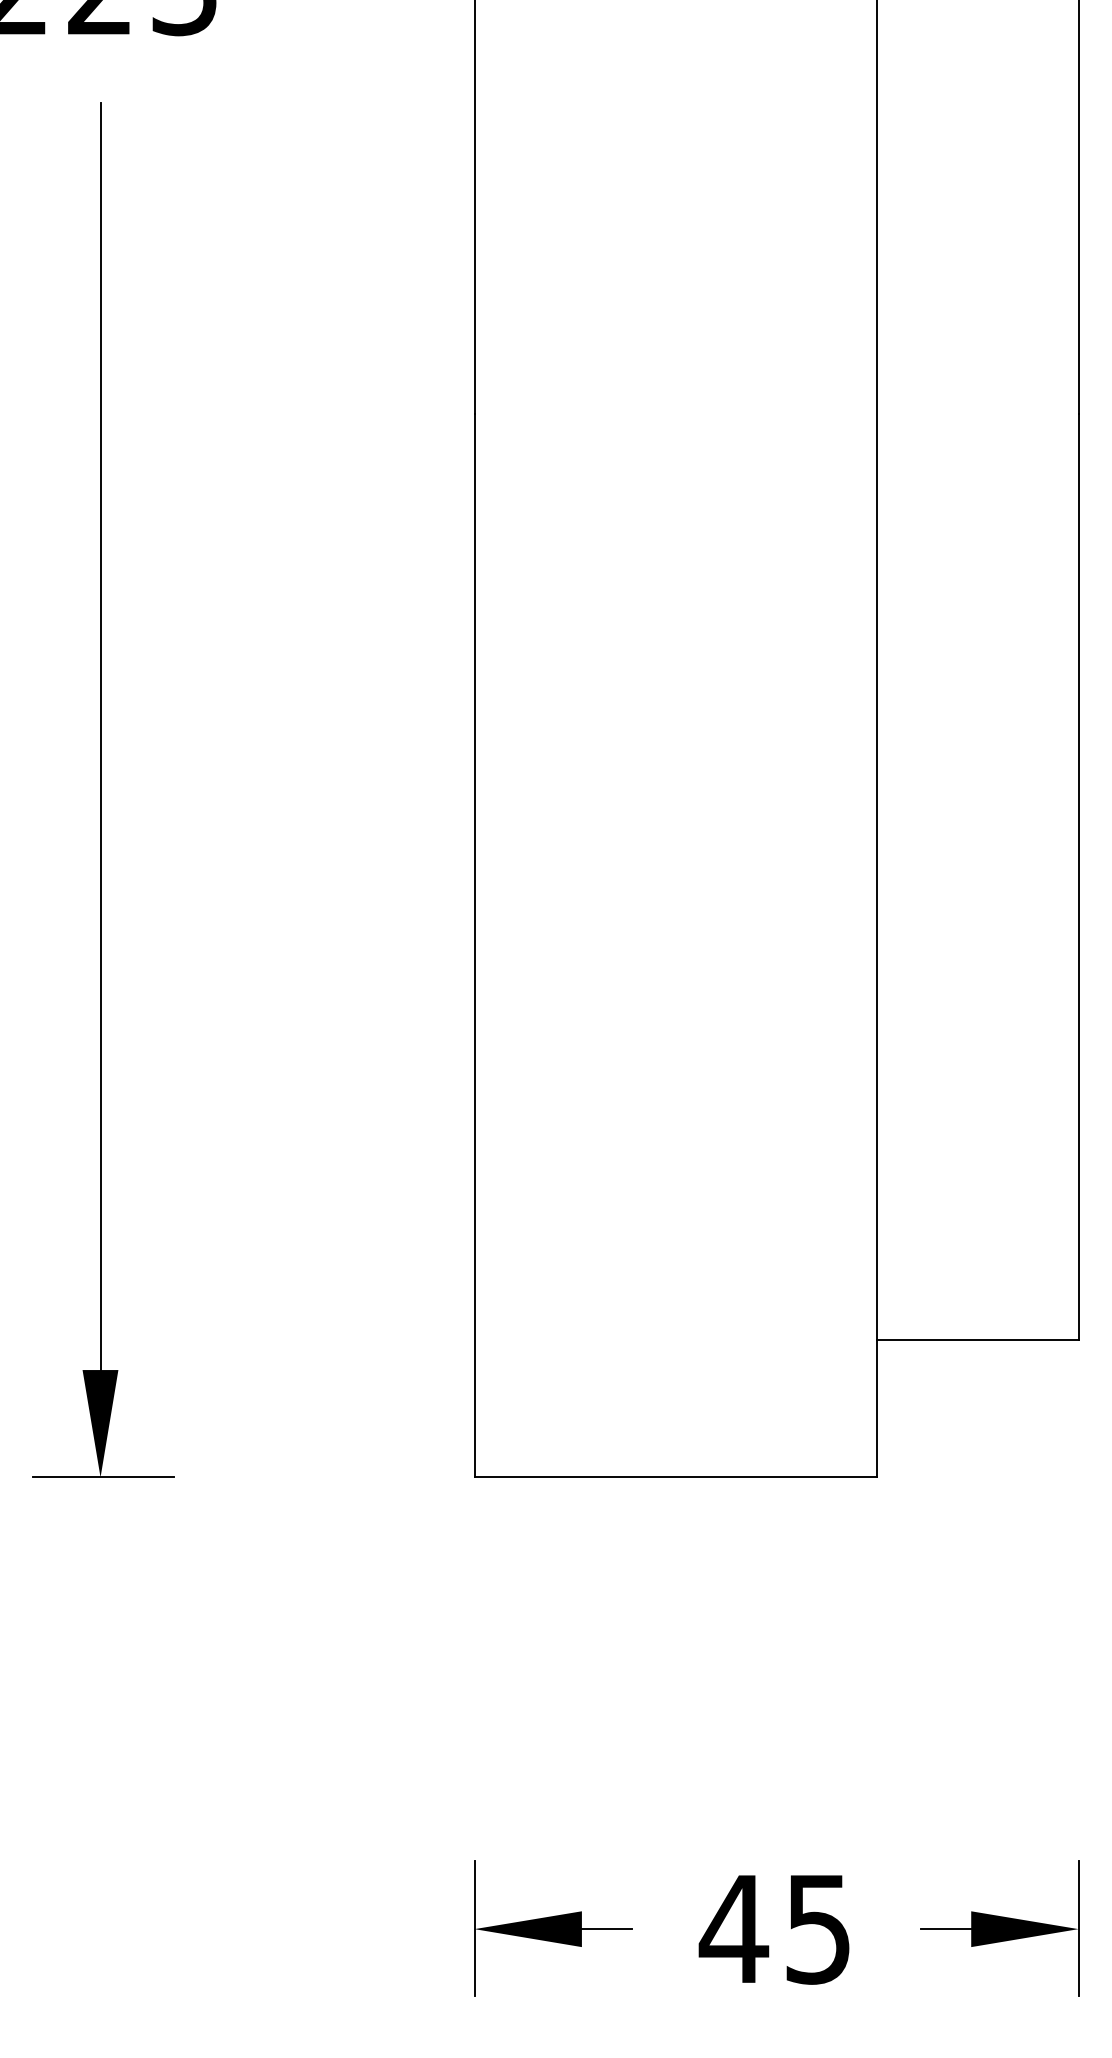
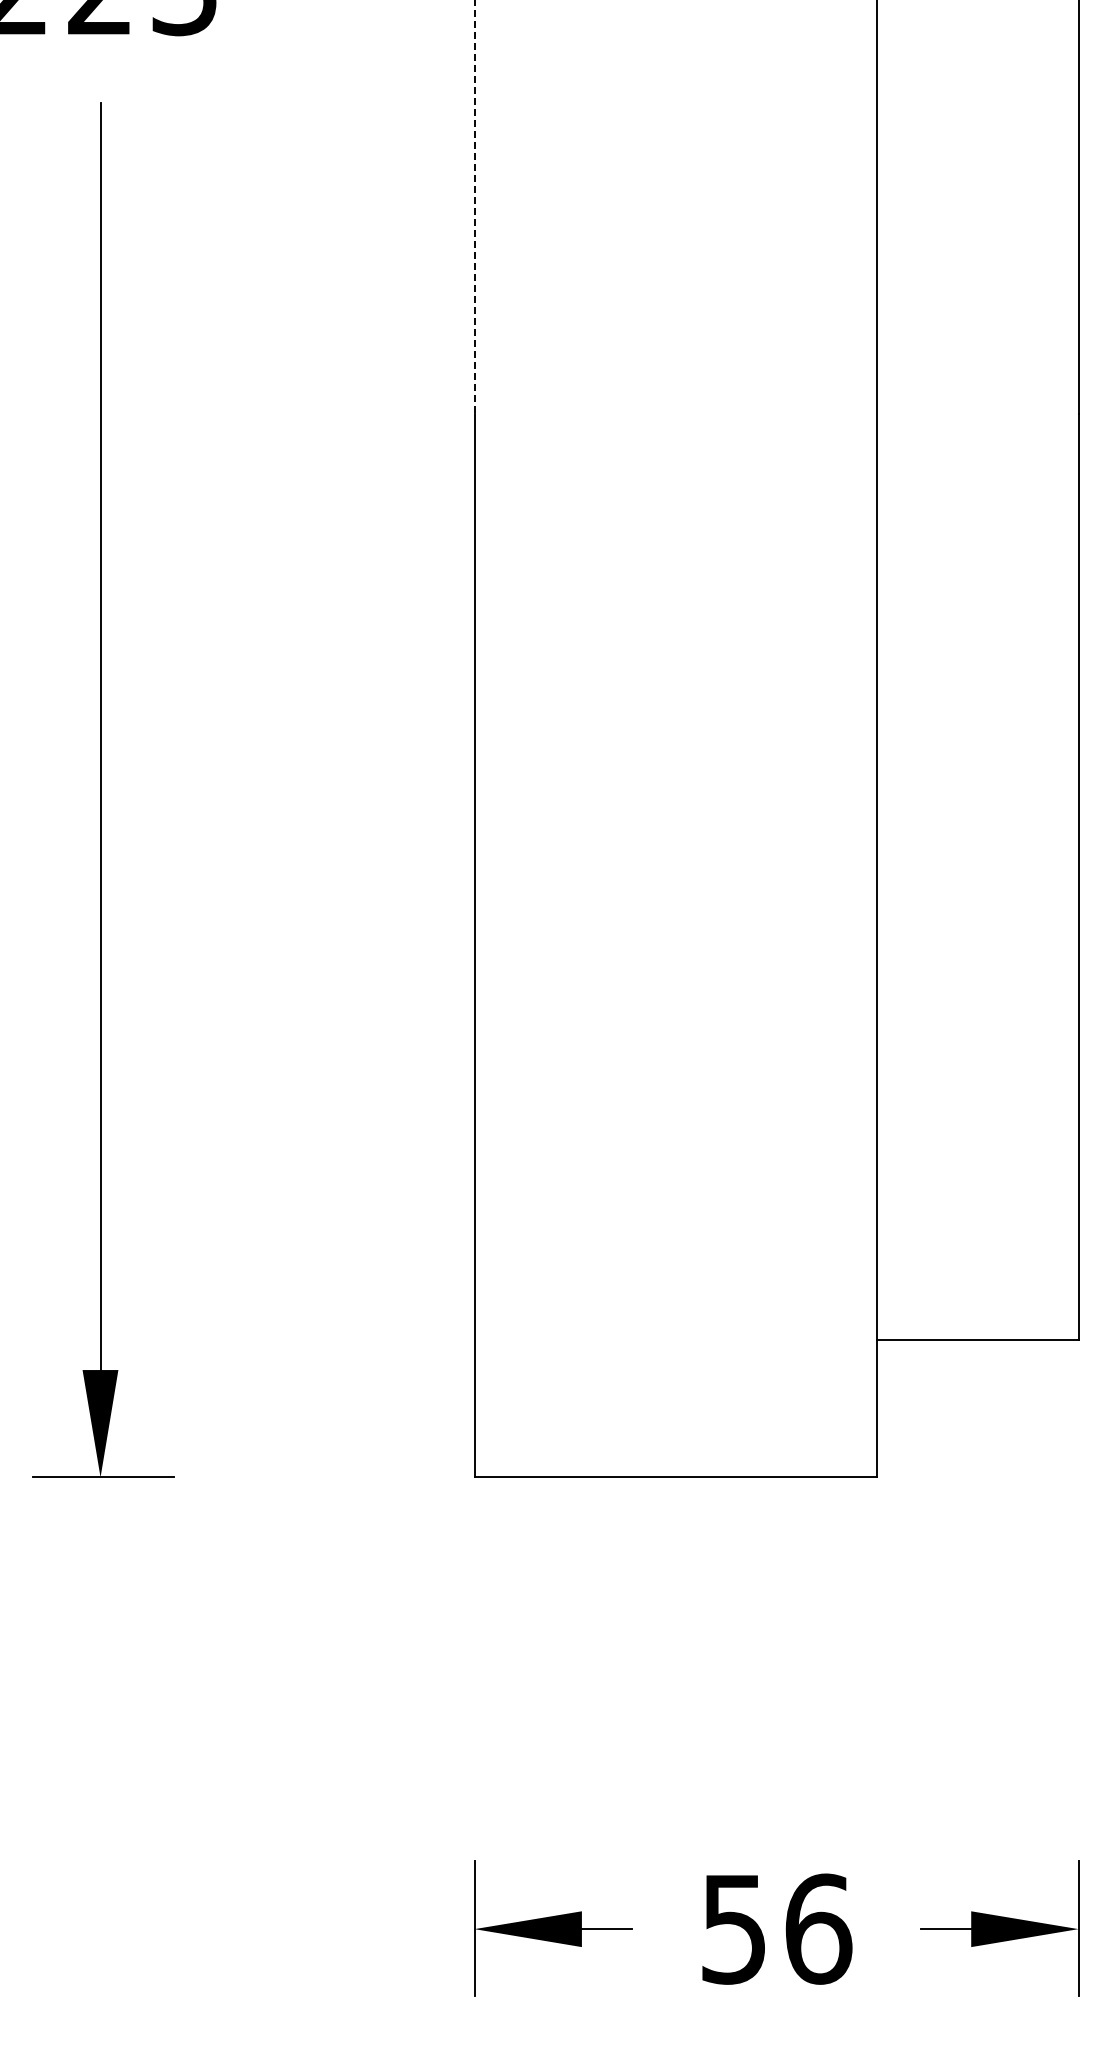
line at (474, 207): solid -> dashed
text at (775, 1928): 45 -> 56
